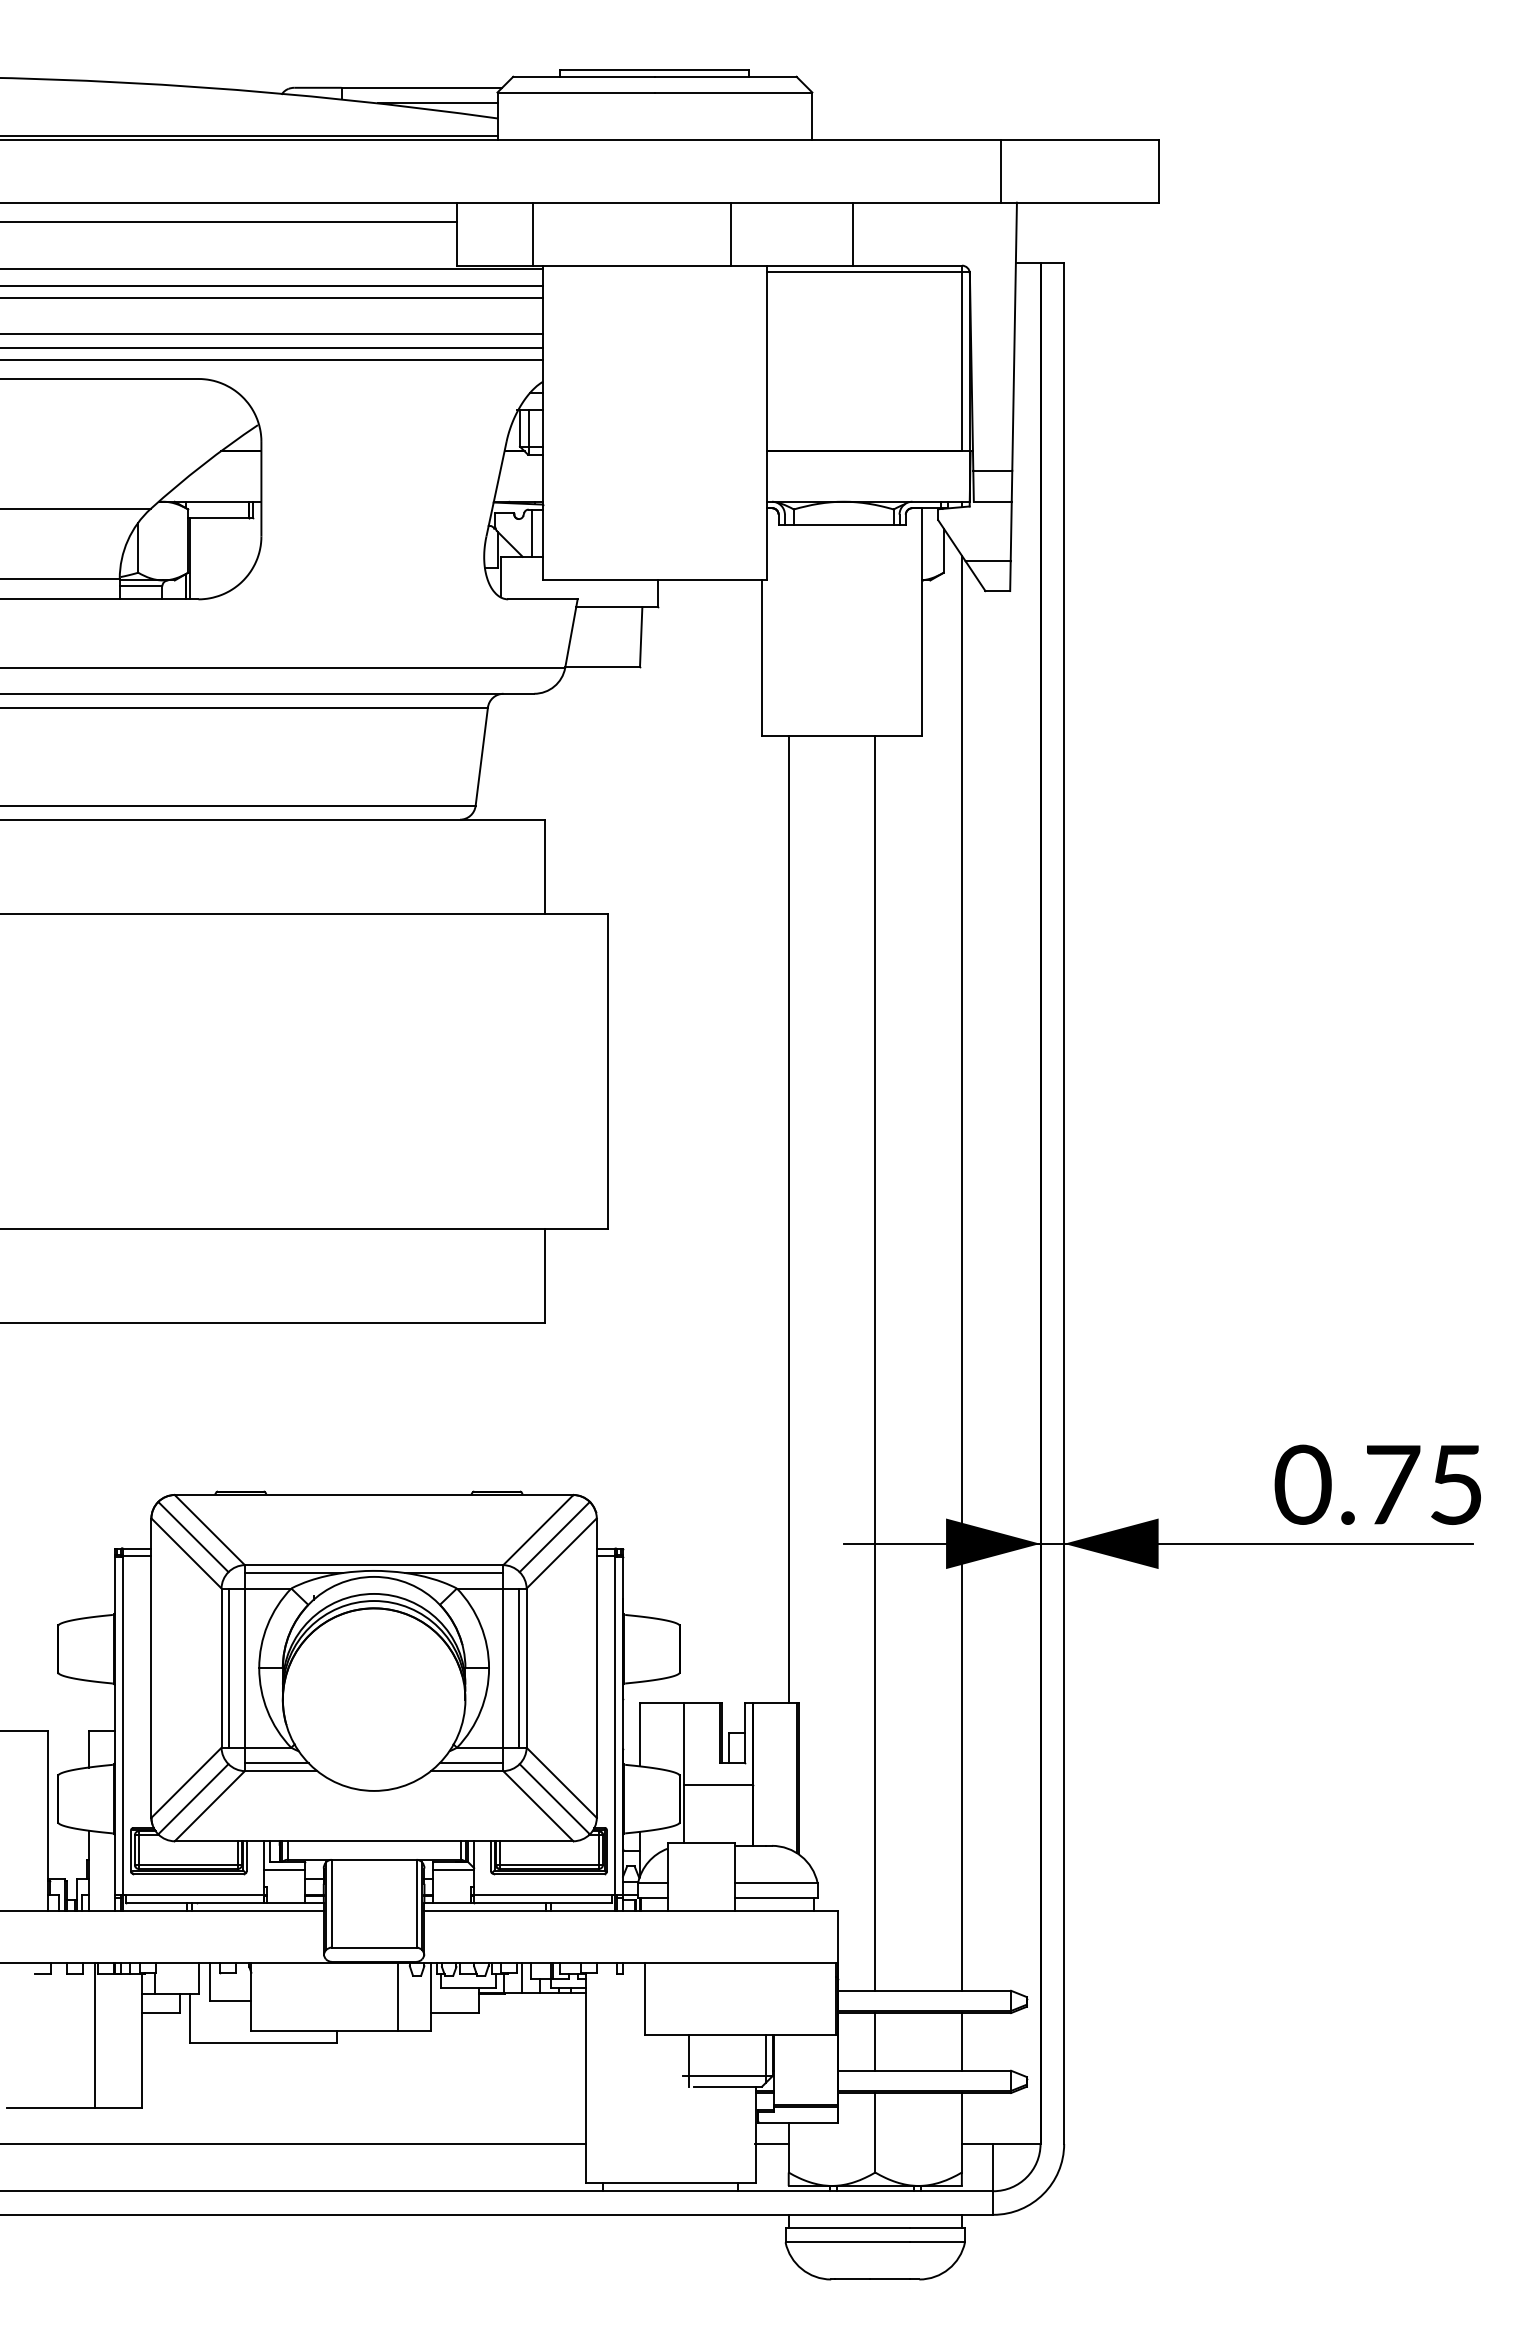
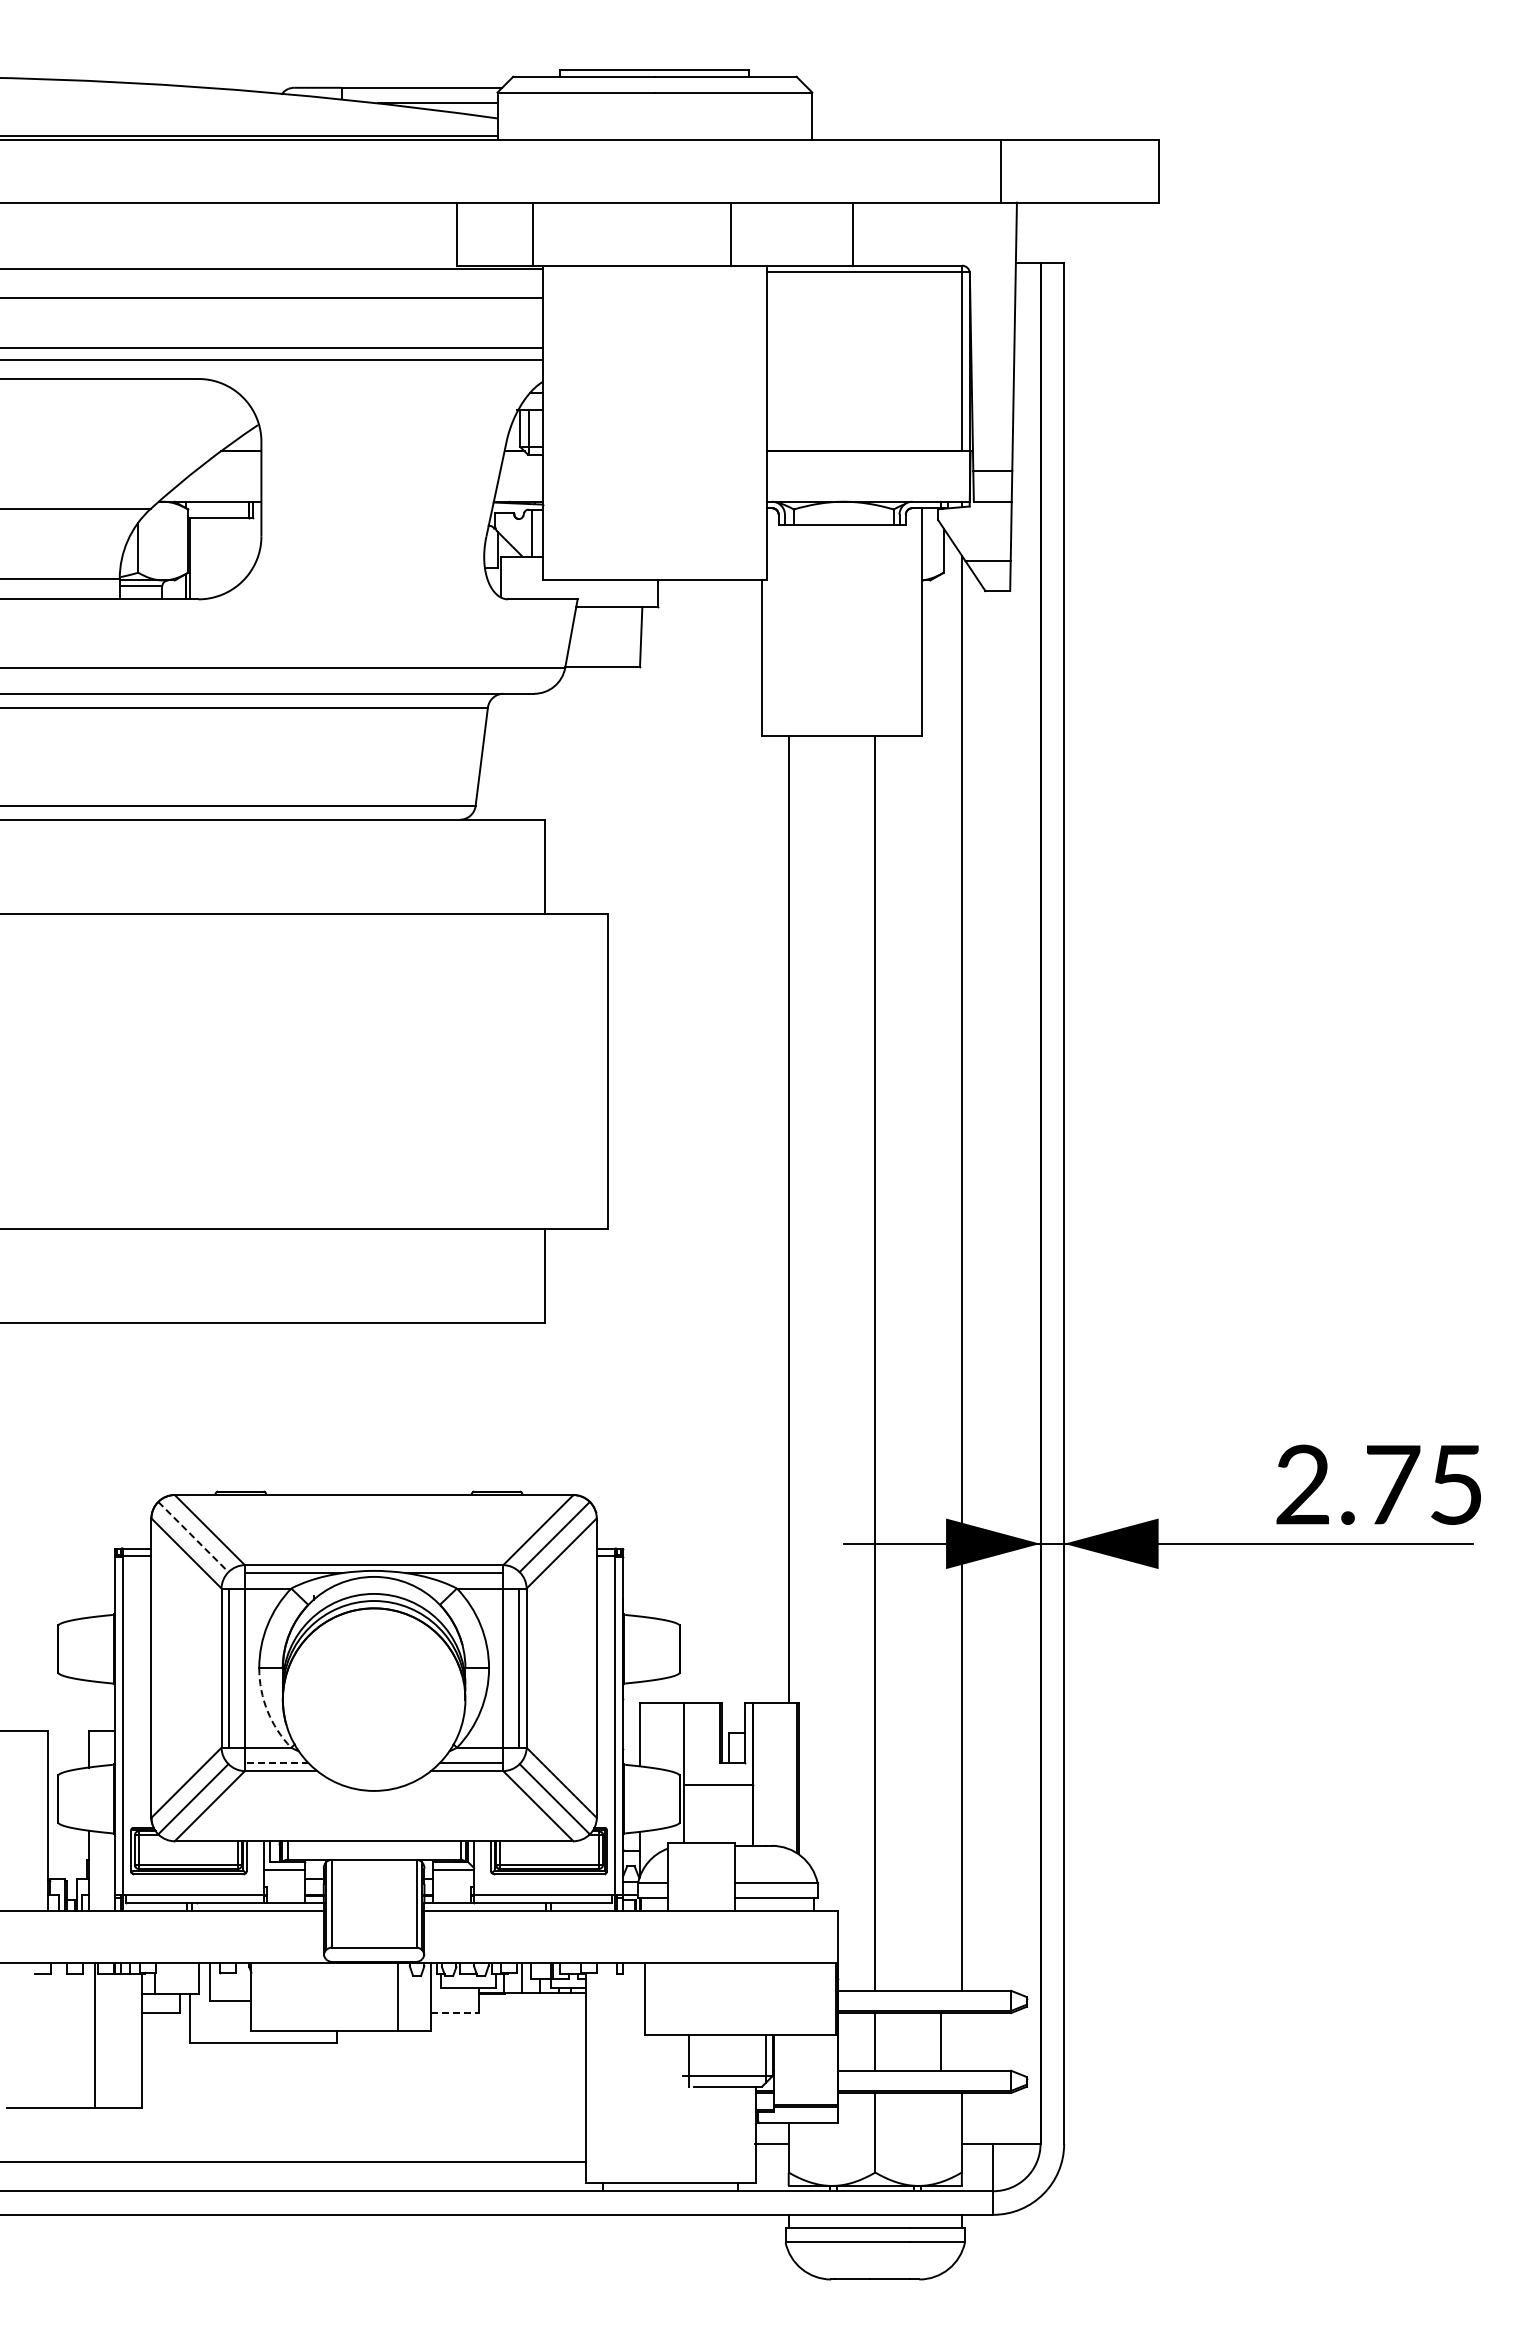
line at (229, 221): present -> none
line at (272, 285): present -> none
line at (272, 333): present -> none
text at (1302, 1484): 0.75 -> 2.75
line at (193, 1537): solid -> dashed
arc at (267, 1711): solid -> dashed
line at (276, 1763): solid -> dashed
line at (455, 2013): solid -> dashed
line at (961, 2041) position: (961, 2041) -> (940, 2041)
line at (293, 2144) position: (293, 2144) -> (293, 2162)
